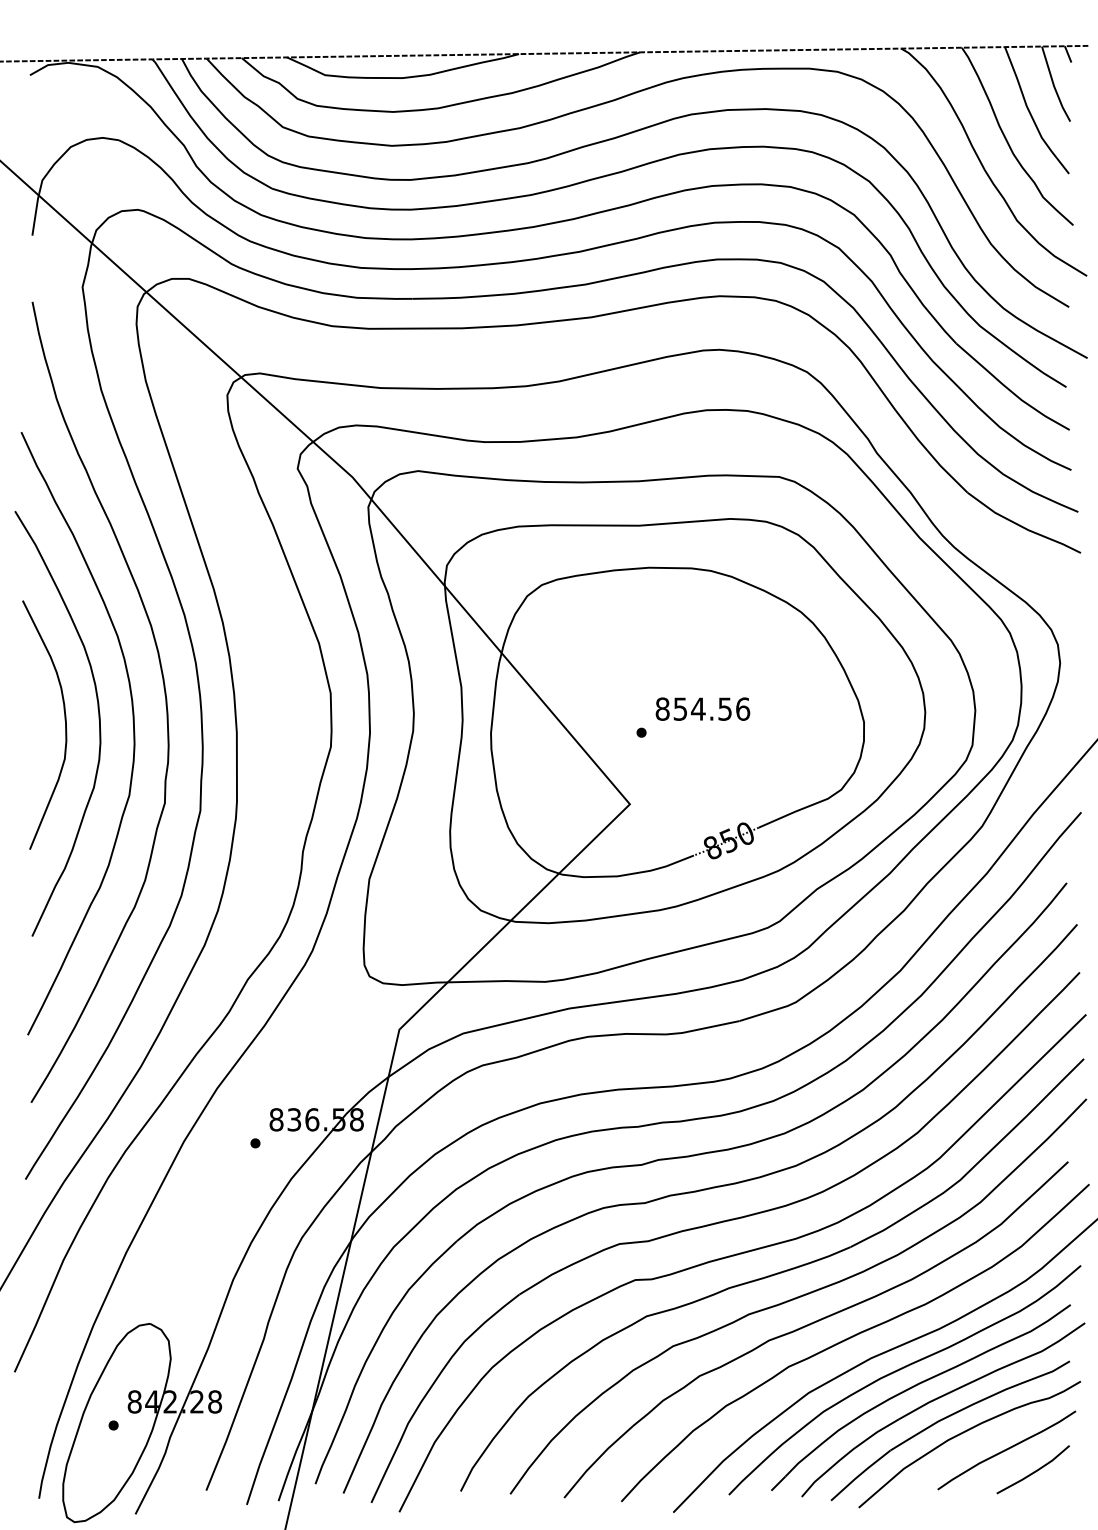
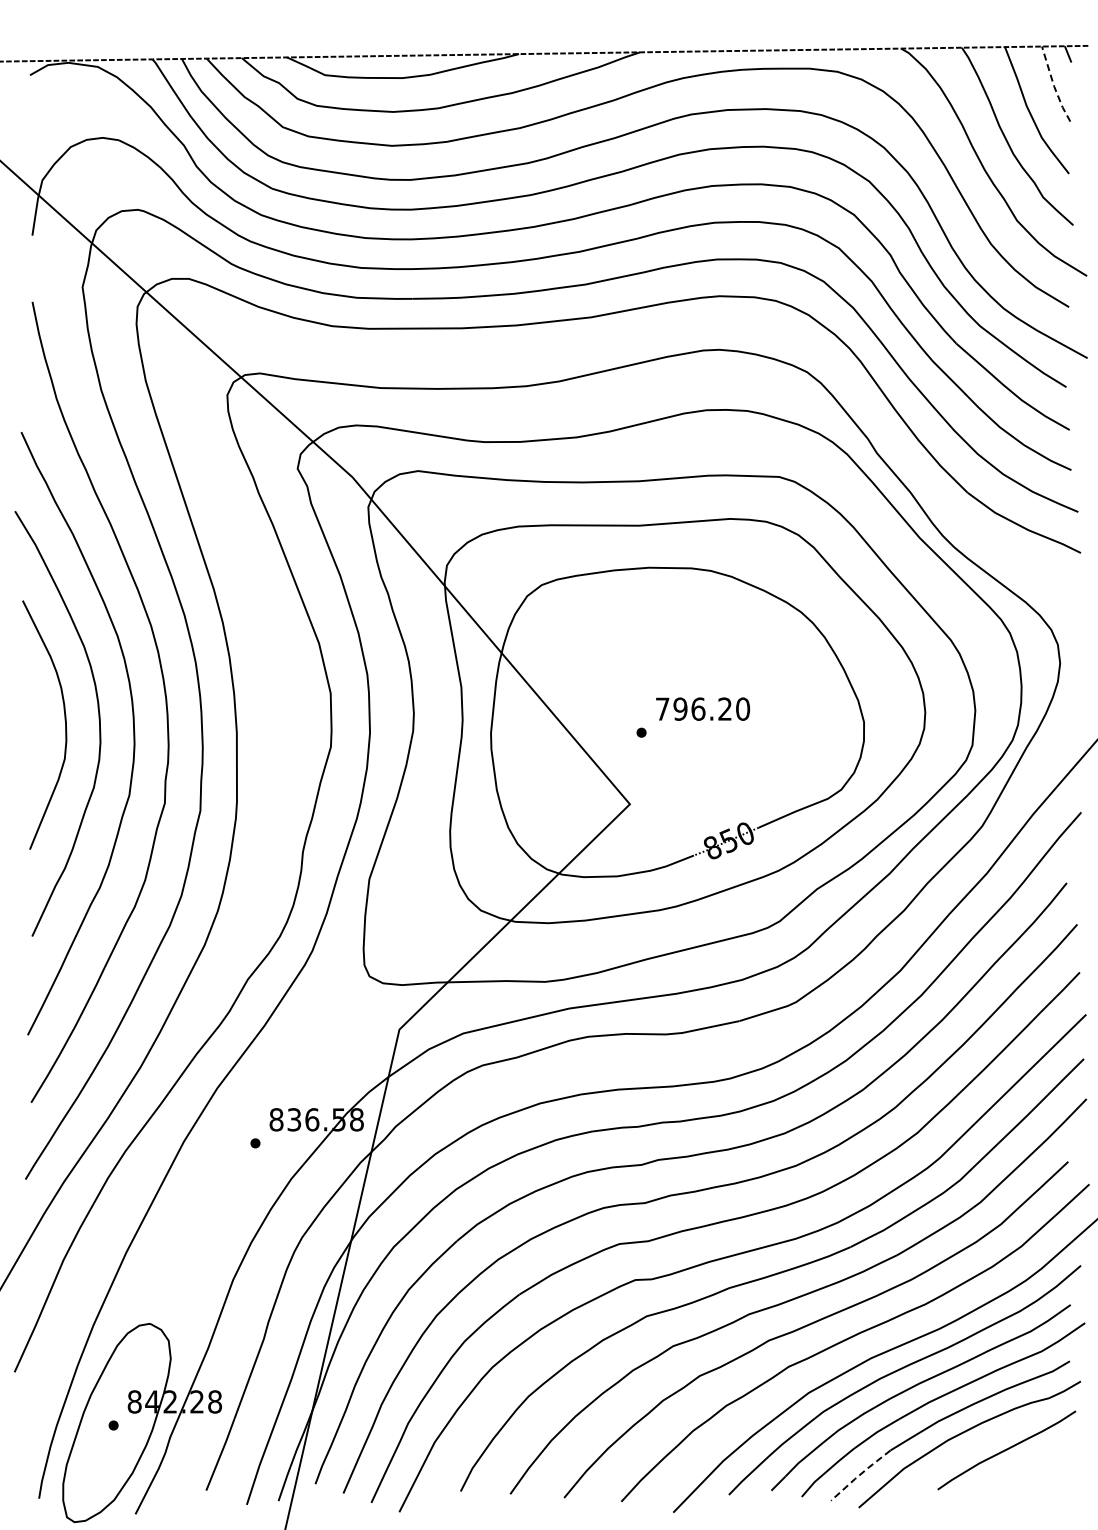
line at (1054, 86): solid -> dashed
text at (702, 708): 854.56 -> 796.20
line at (1033, 1471): present -> none
line at (860, 1474): solid -> dashed
